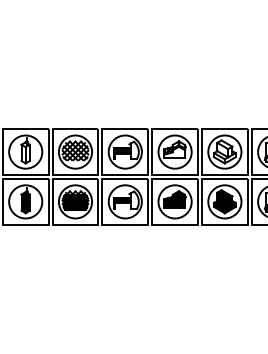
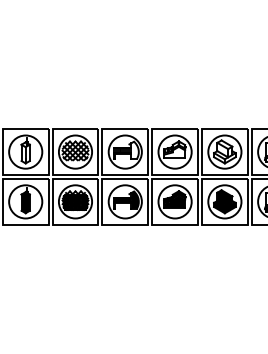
fill at (134, 199): none -> present
